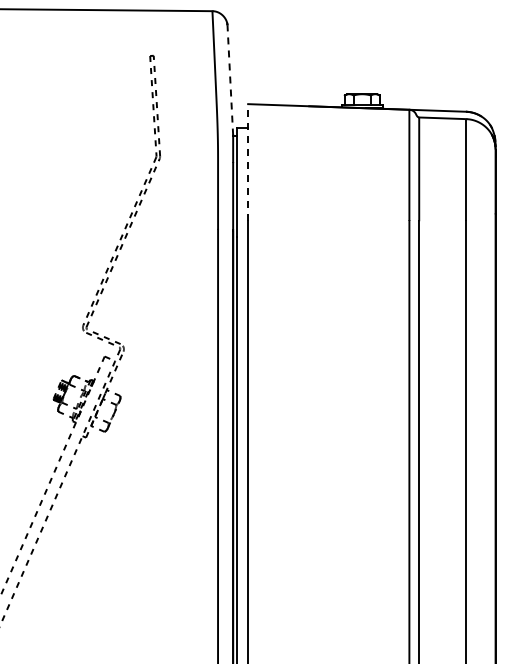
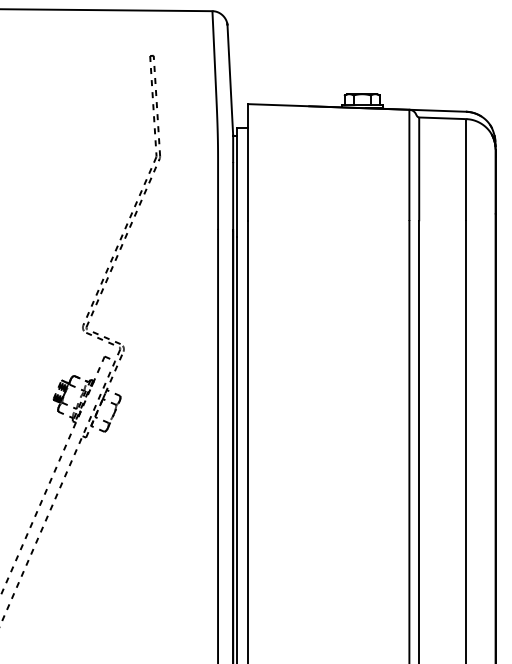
line at (230, 80): dashed -> solid
line at (248, 161): dashed -> solid
